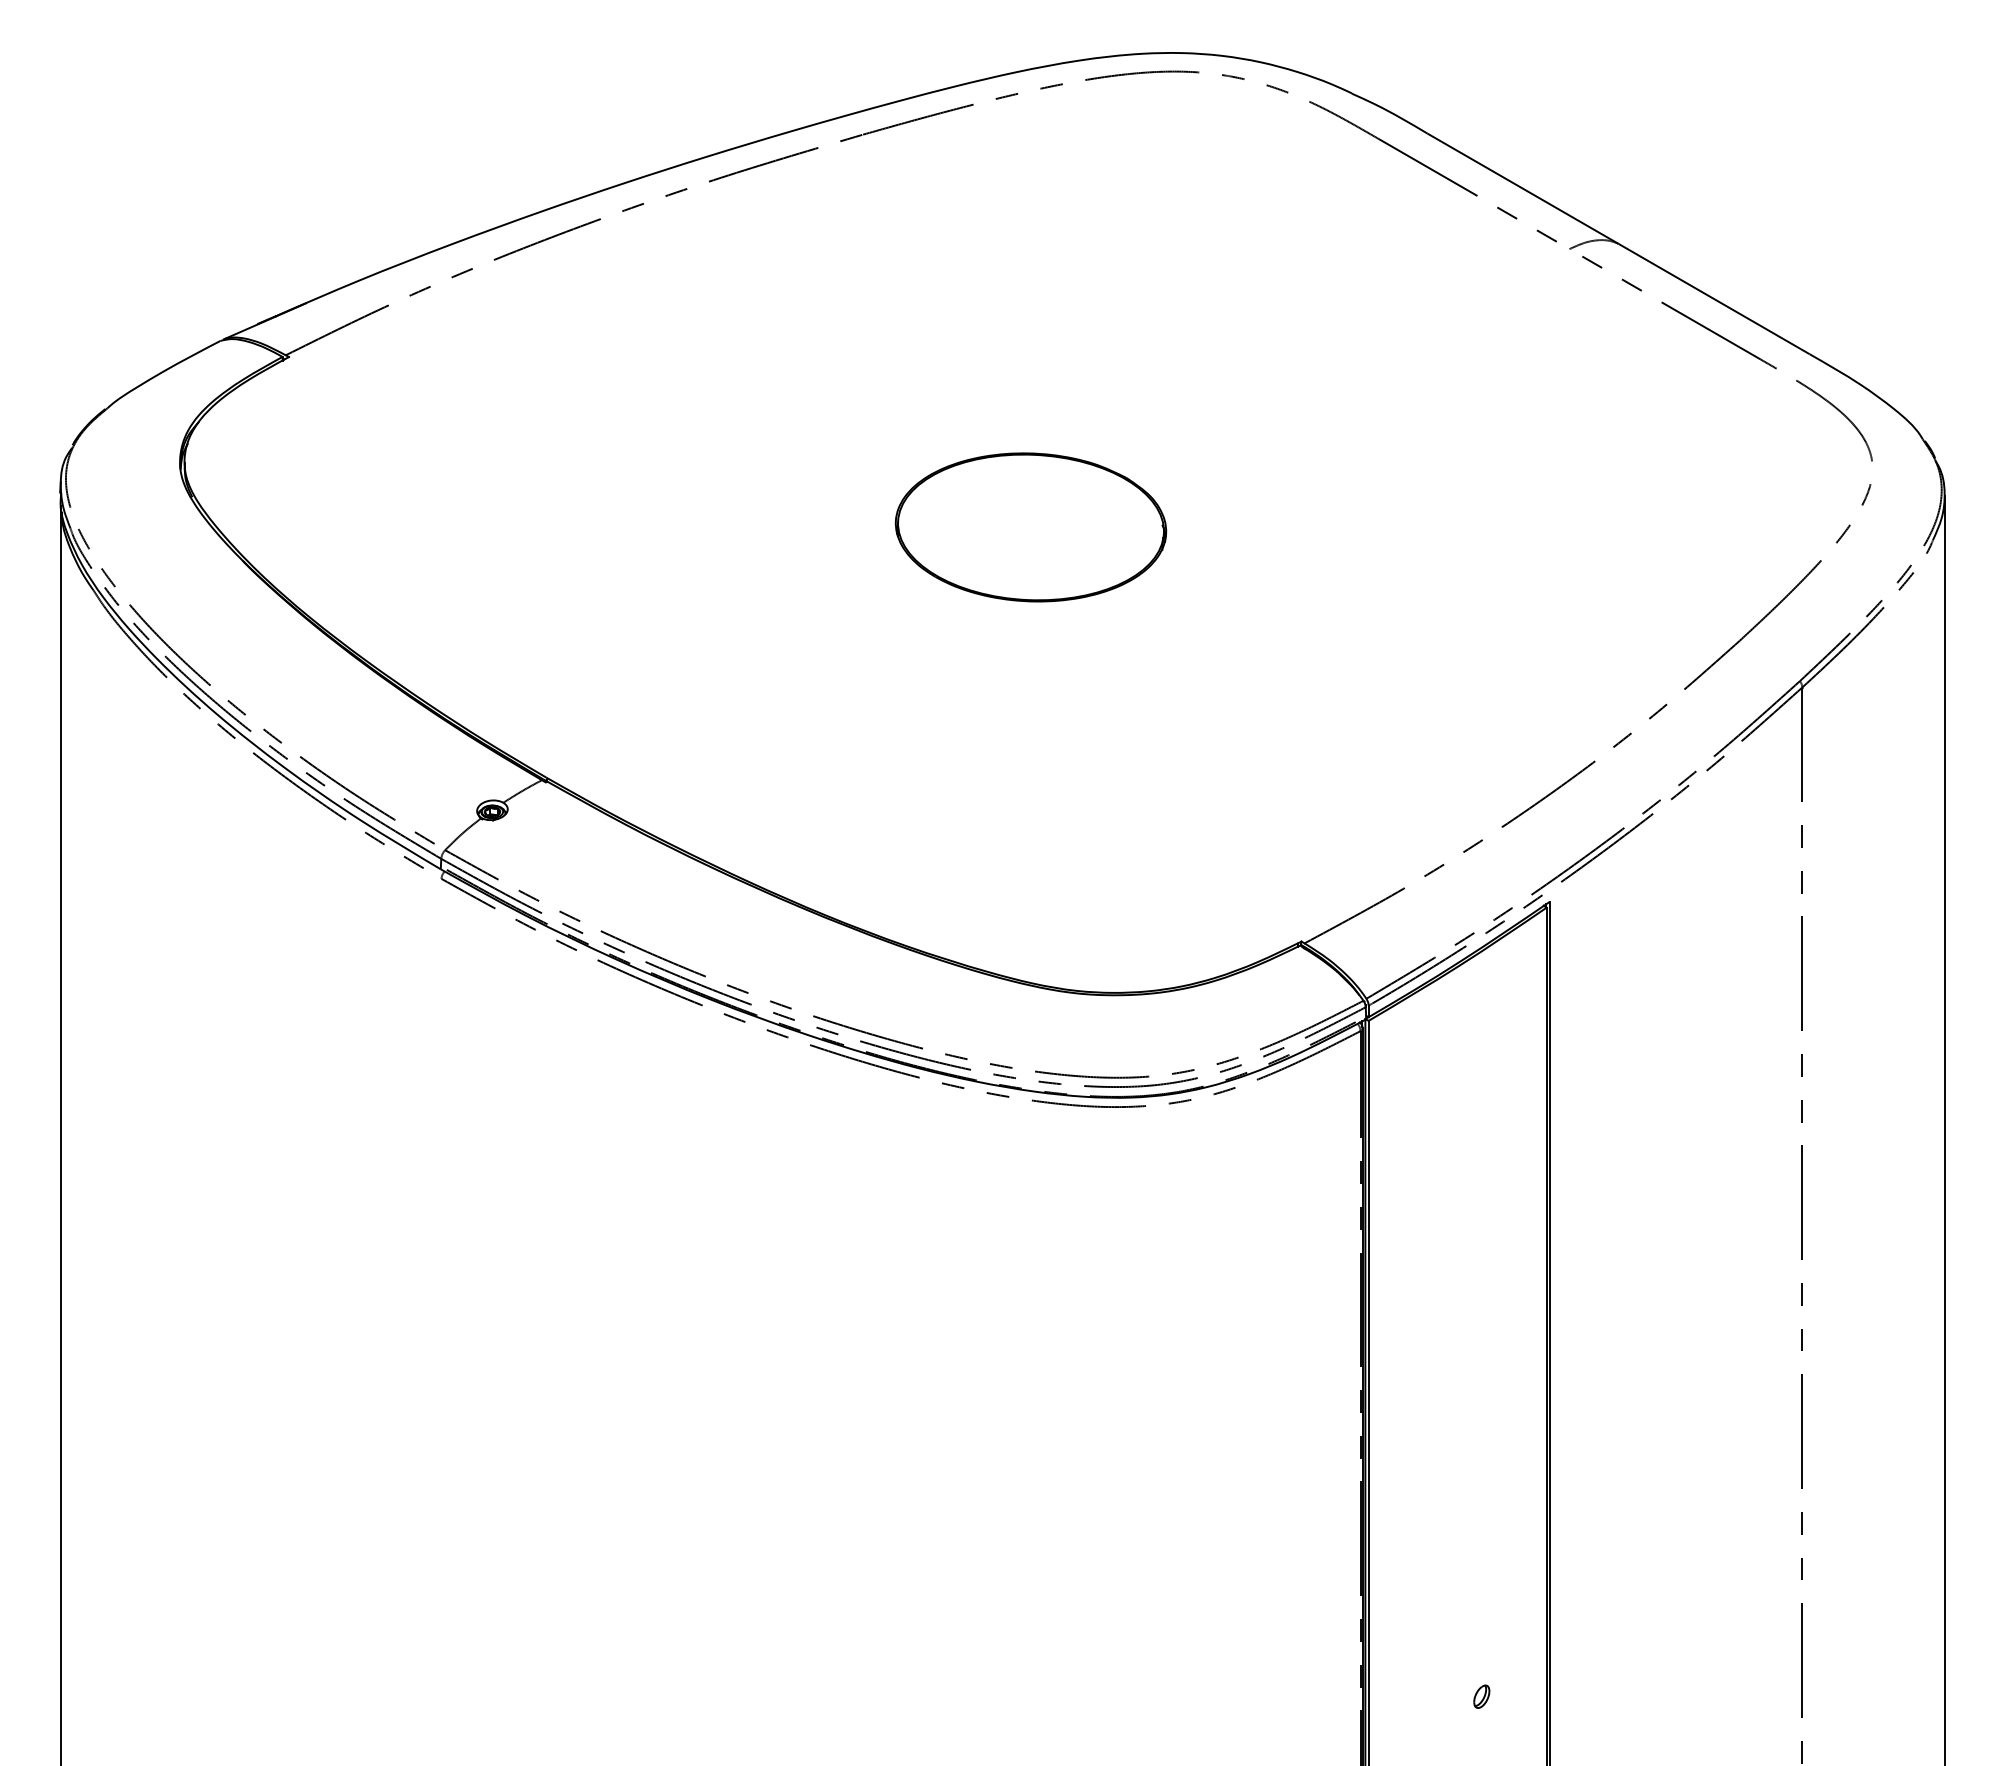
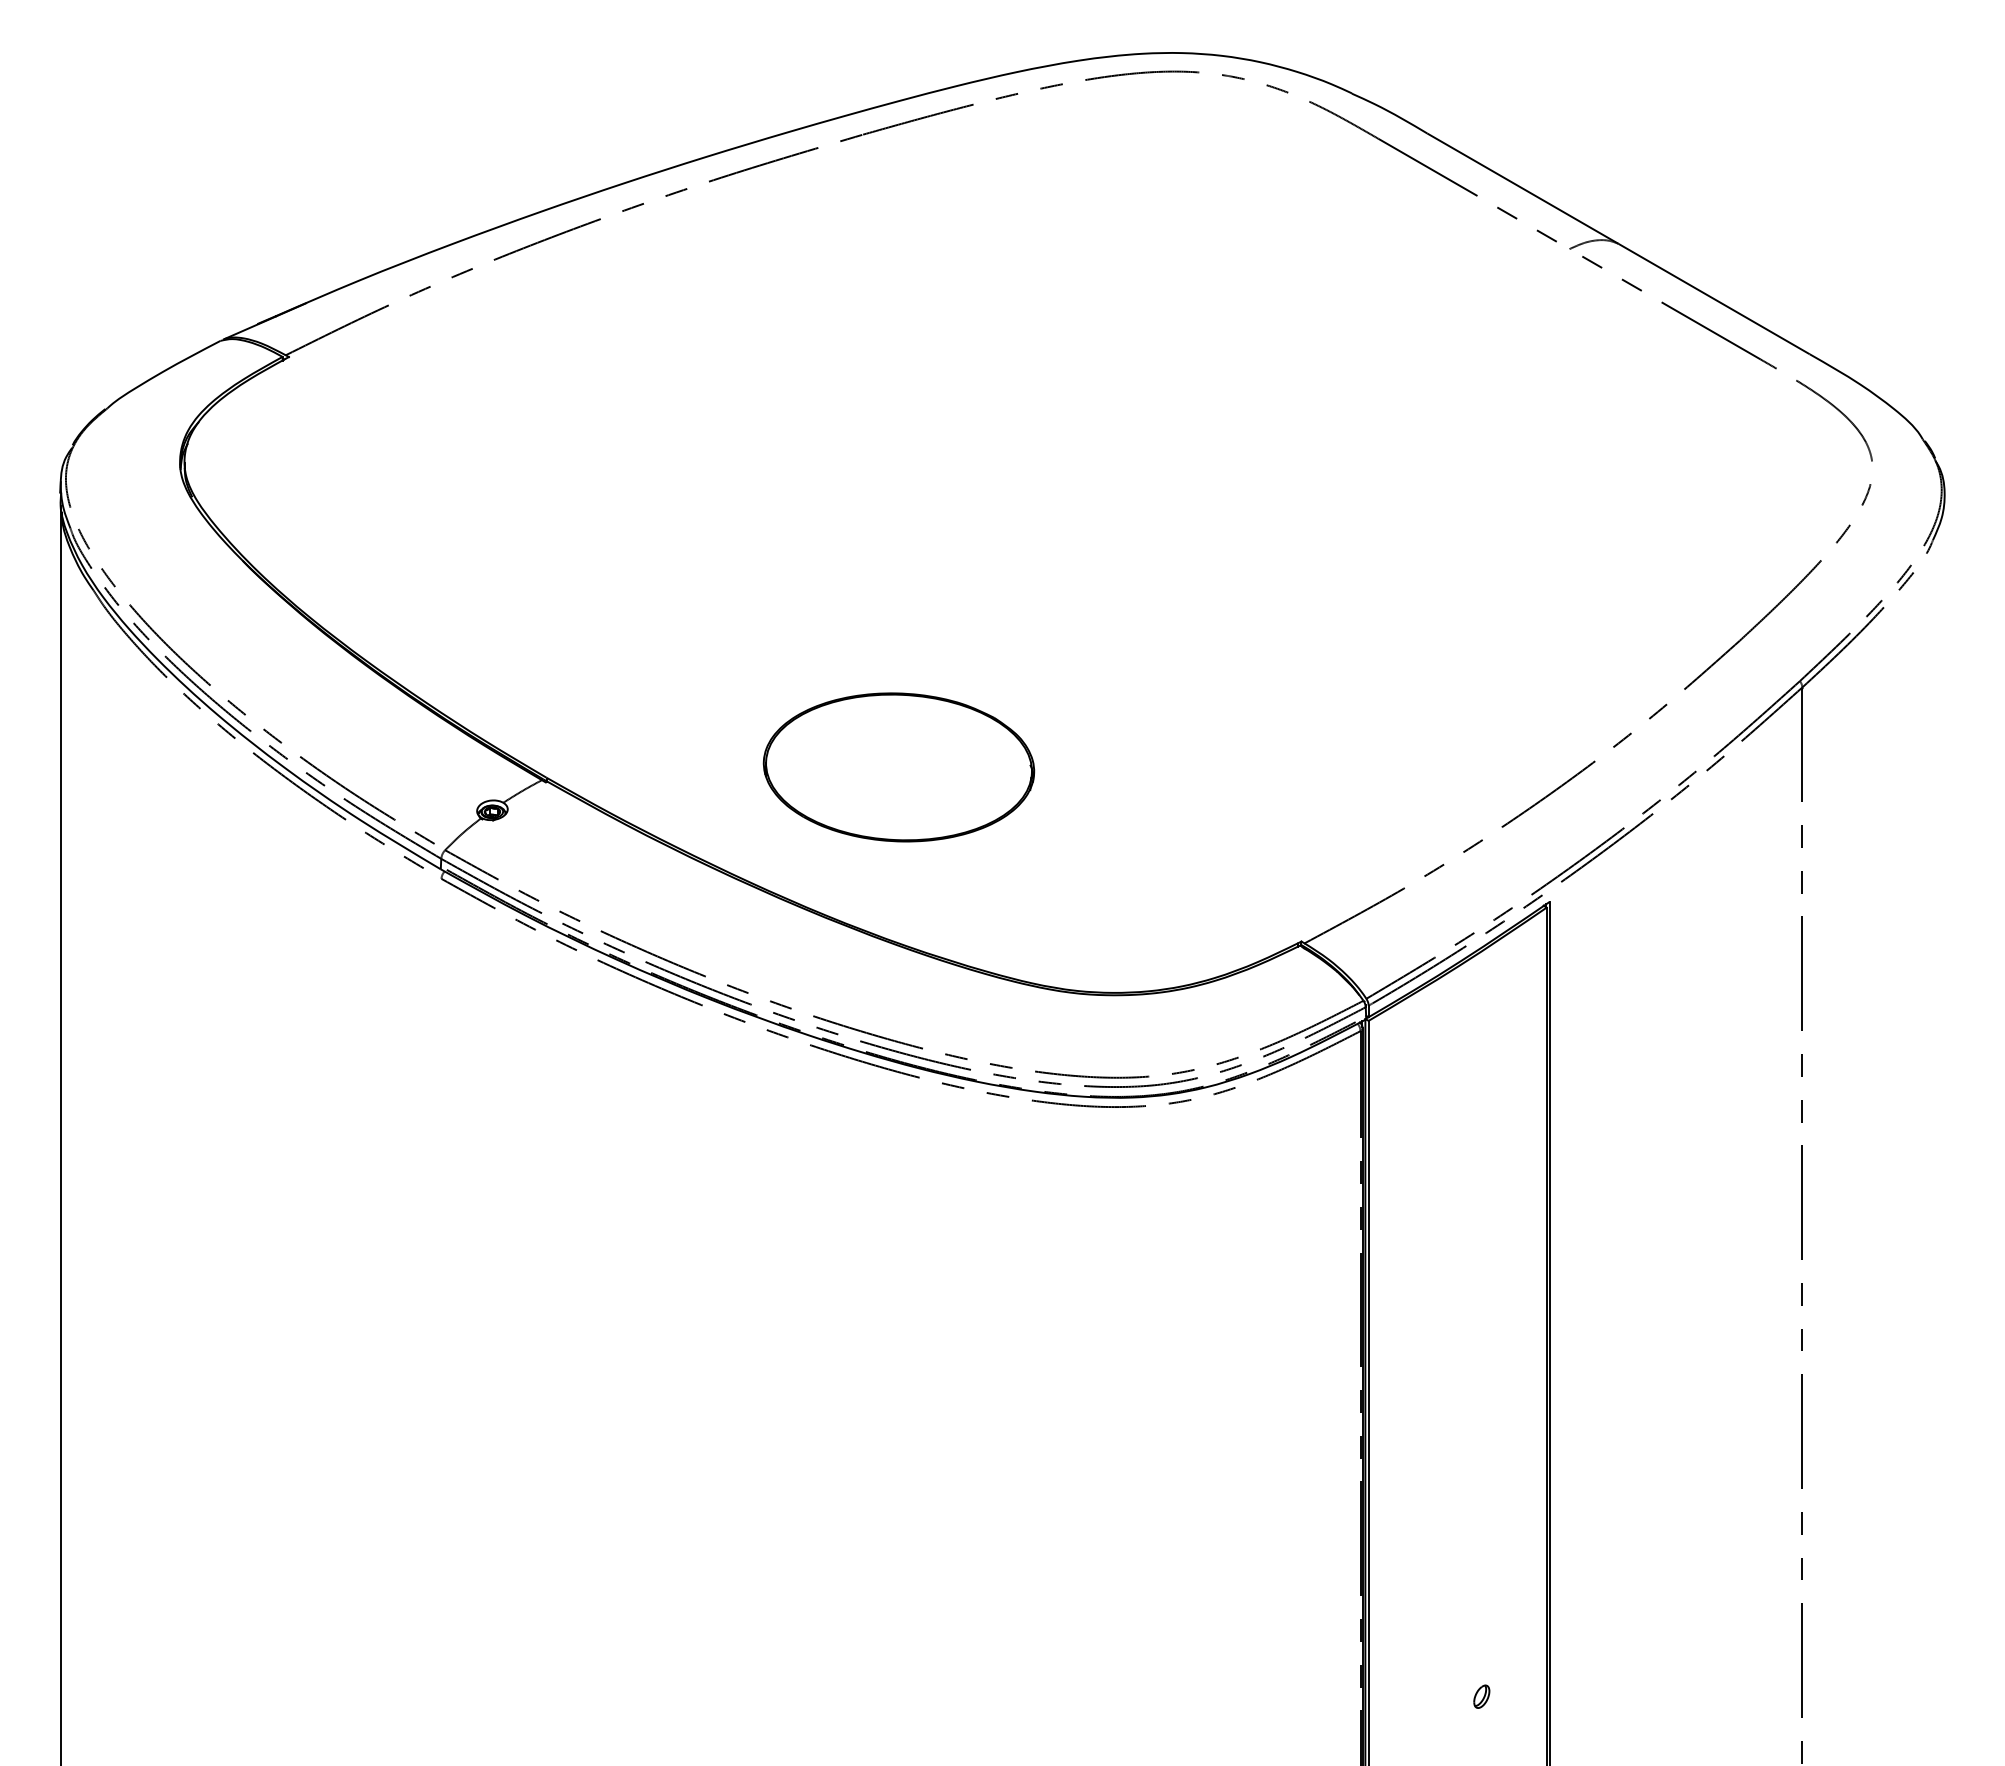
part at (1030, 527) position: (1030, 527) -> (898, 767)
line at (1944, 1129): present -> none
